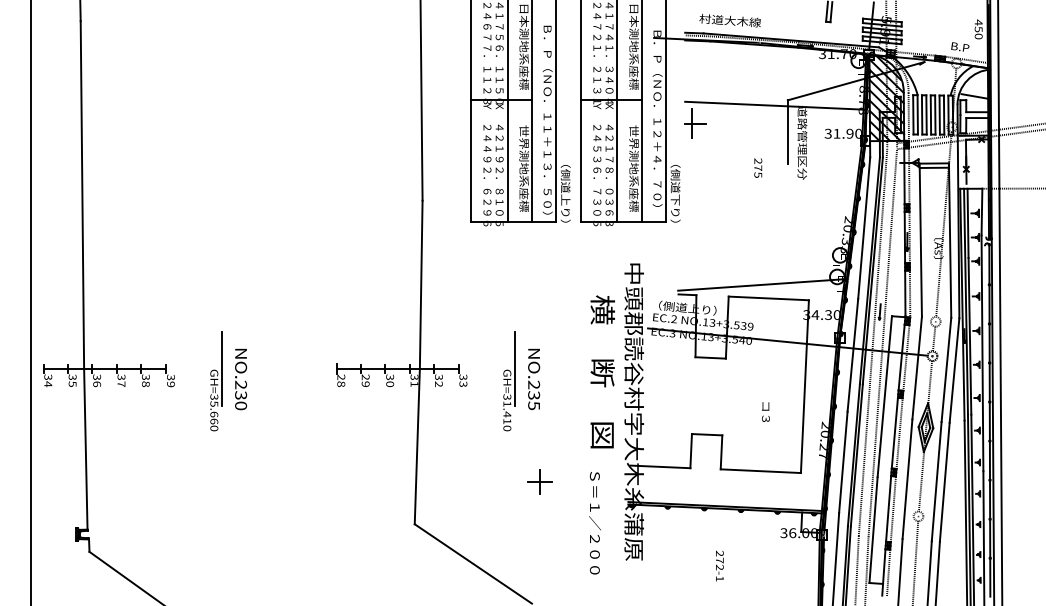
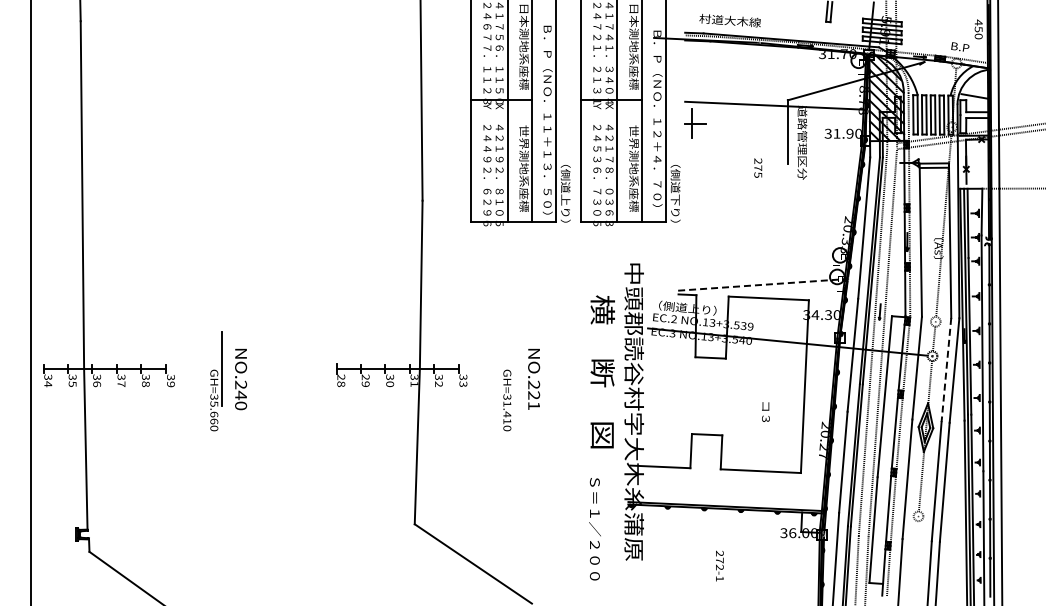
line at (761, 284): solid -> dashed
line at (514, 368): present -> none
line at (946, 370): solid -> dashed
text at (241, 394): NO.230 -> NO.240
text at (533, 400): NO.235 -> NO.221
part at (539, 481): present -> none
text at (594, 523) position: (594, 523) -> (594, 529)
line at (915, 561): present -> none
